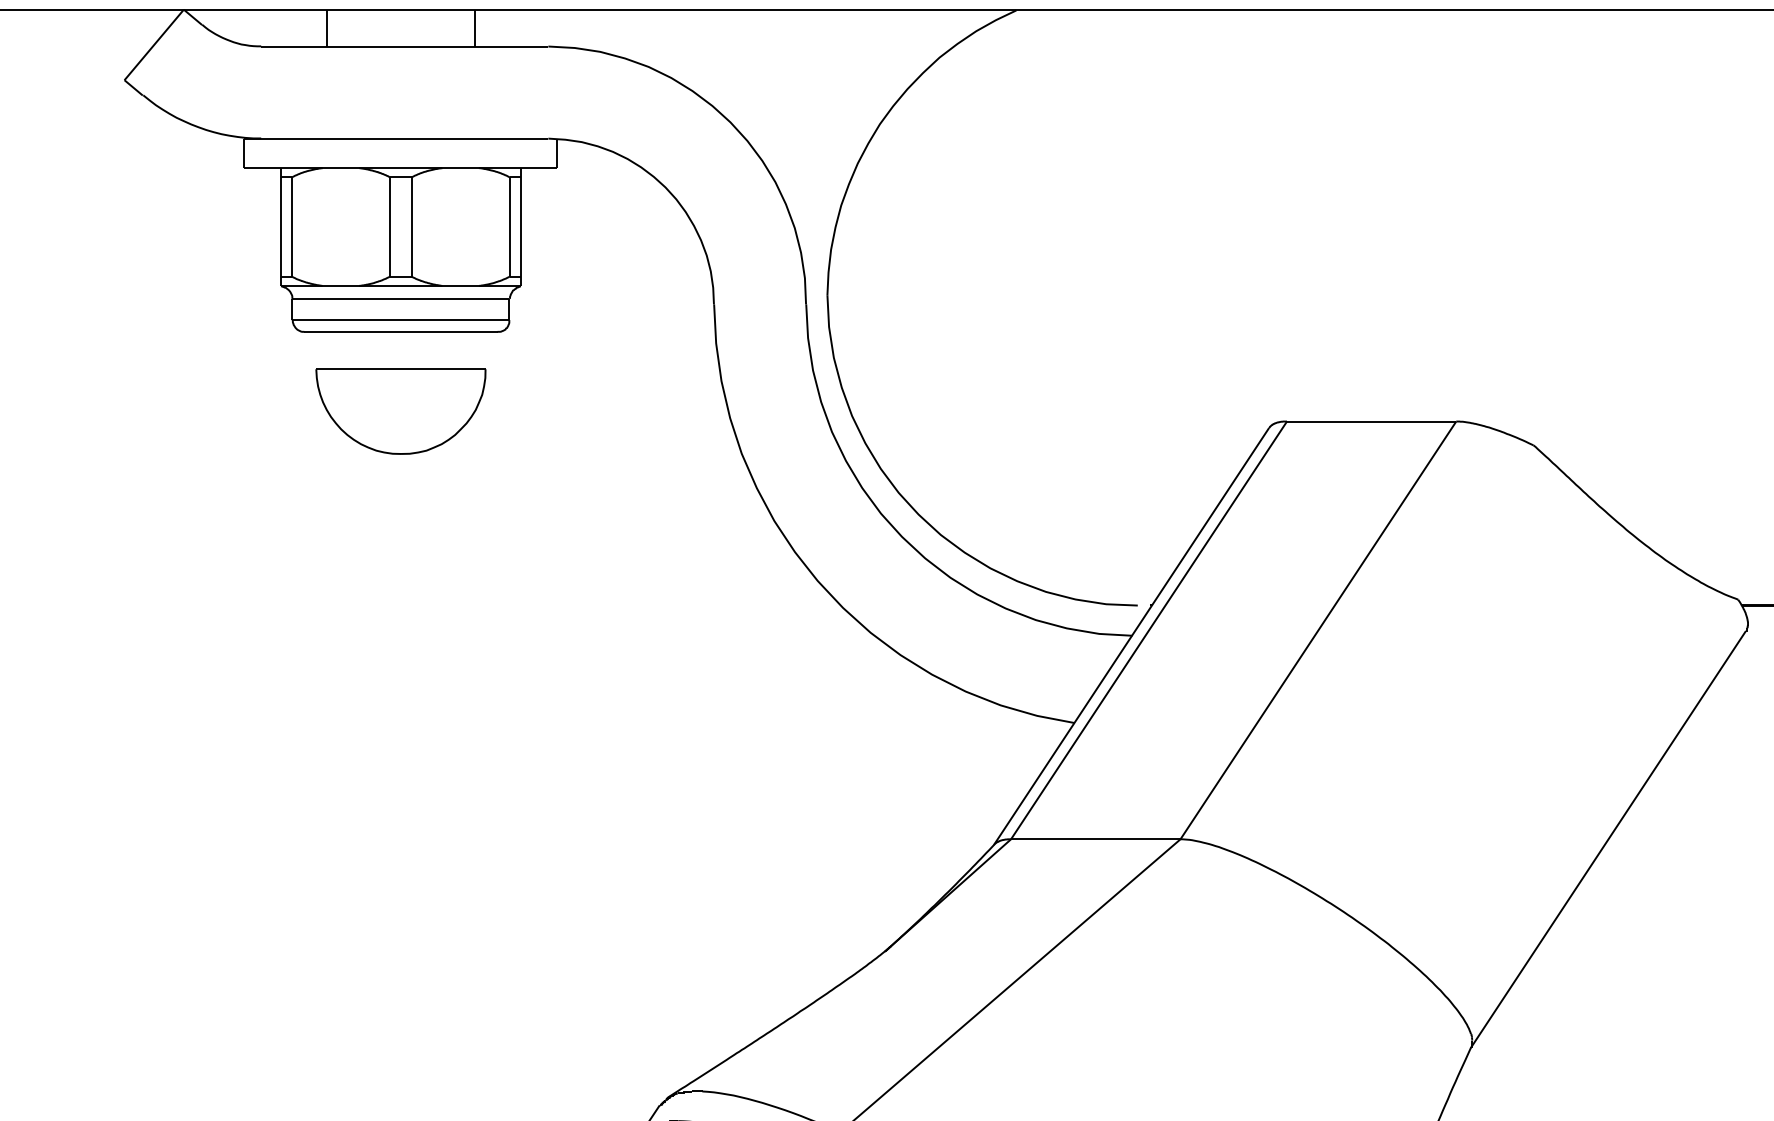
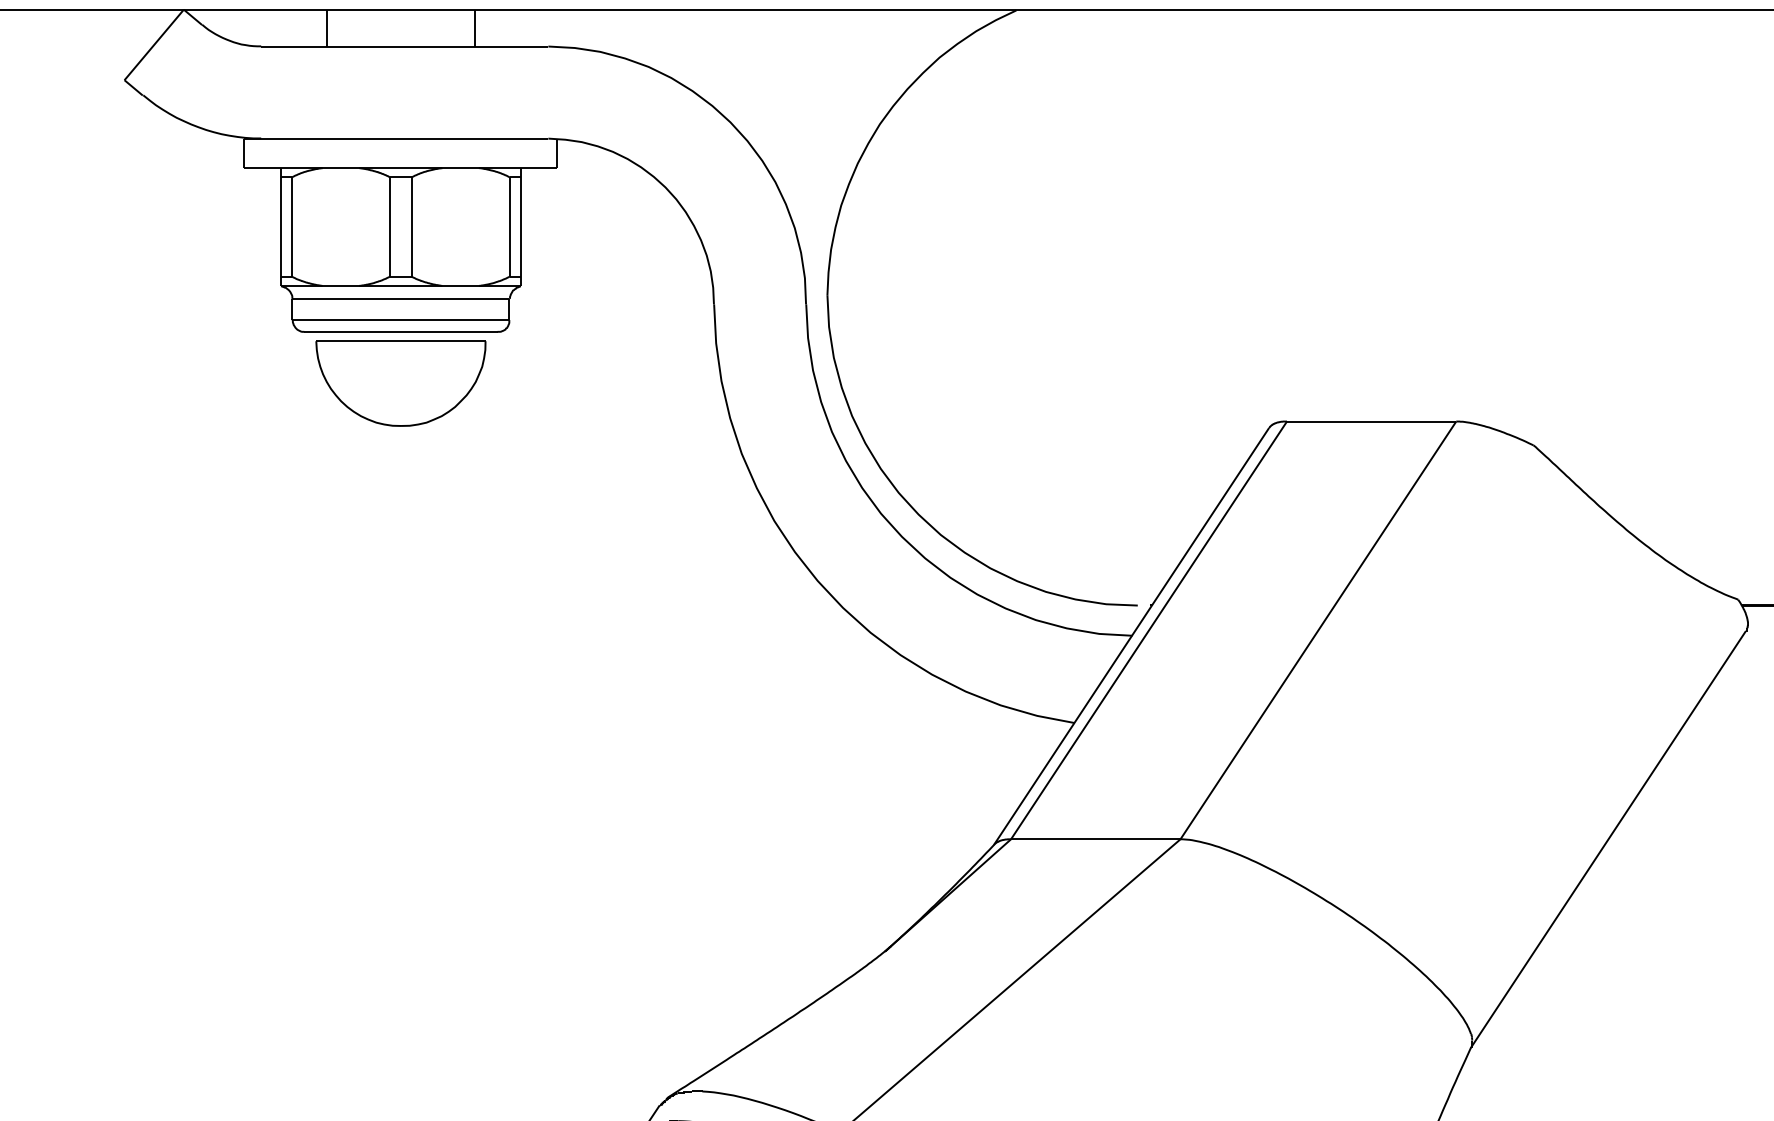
part at (400, 411) position: (400, 411) -> (400, 383)
